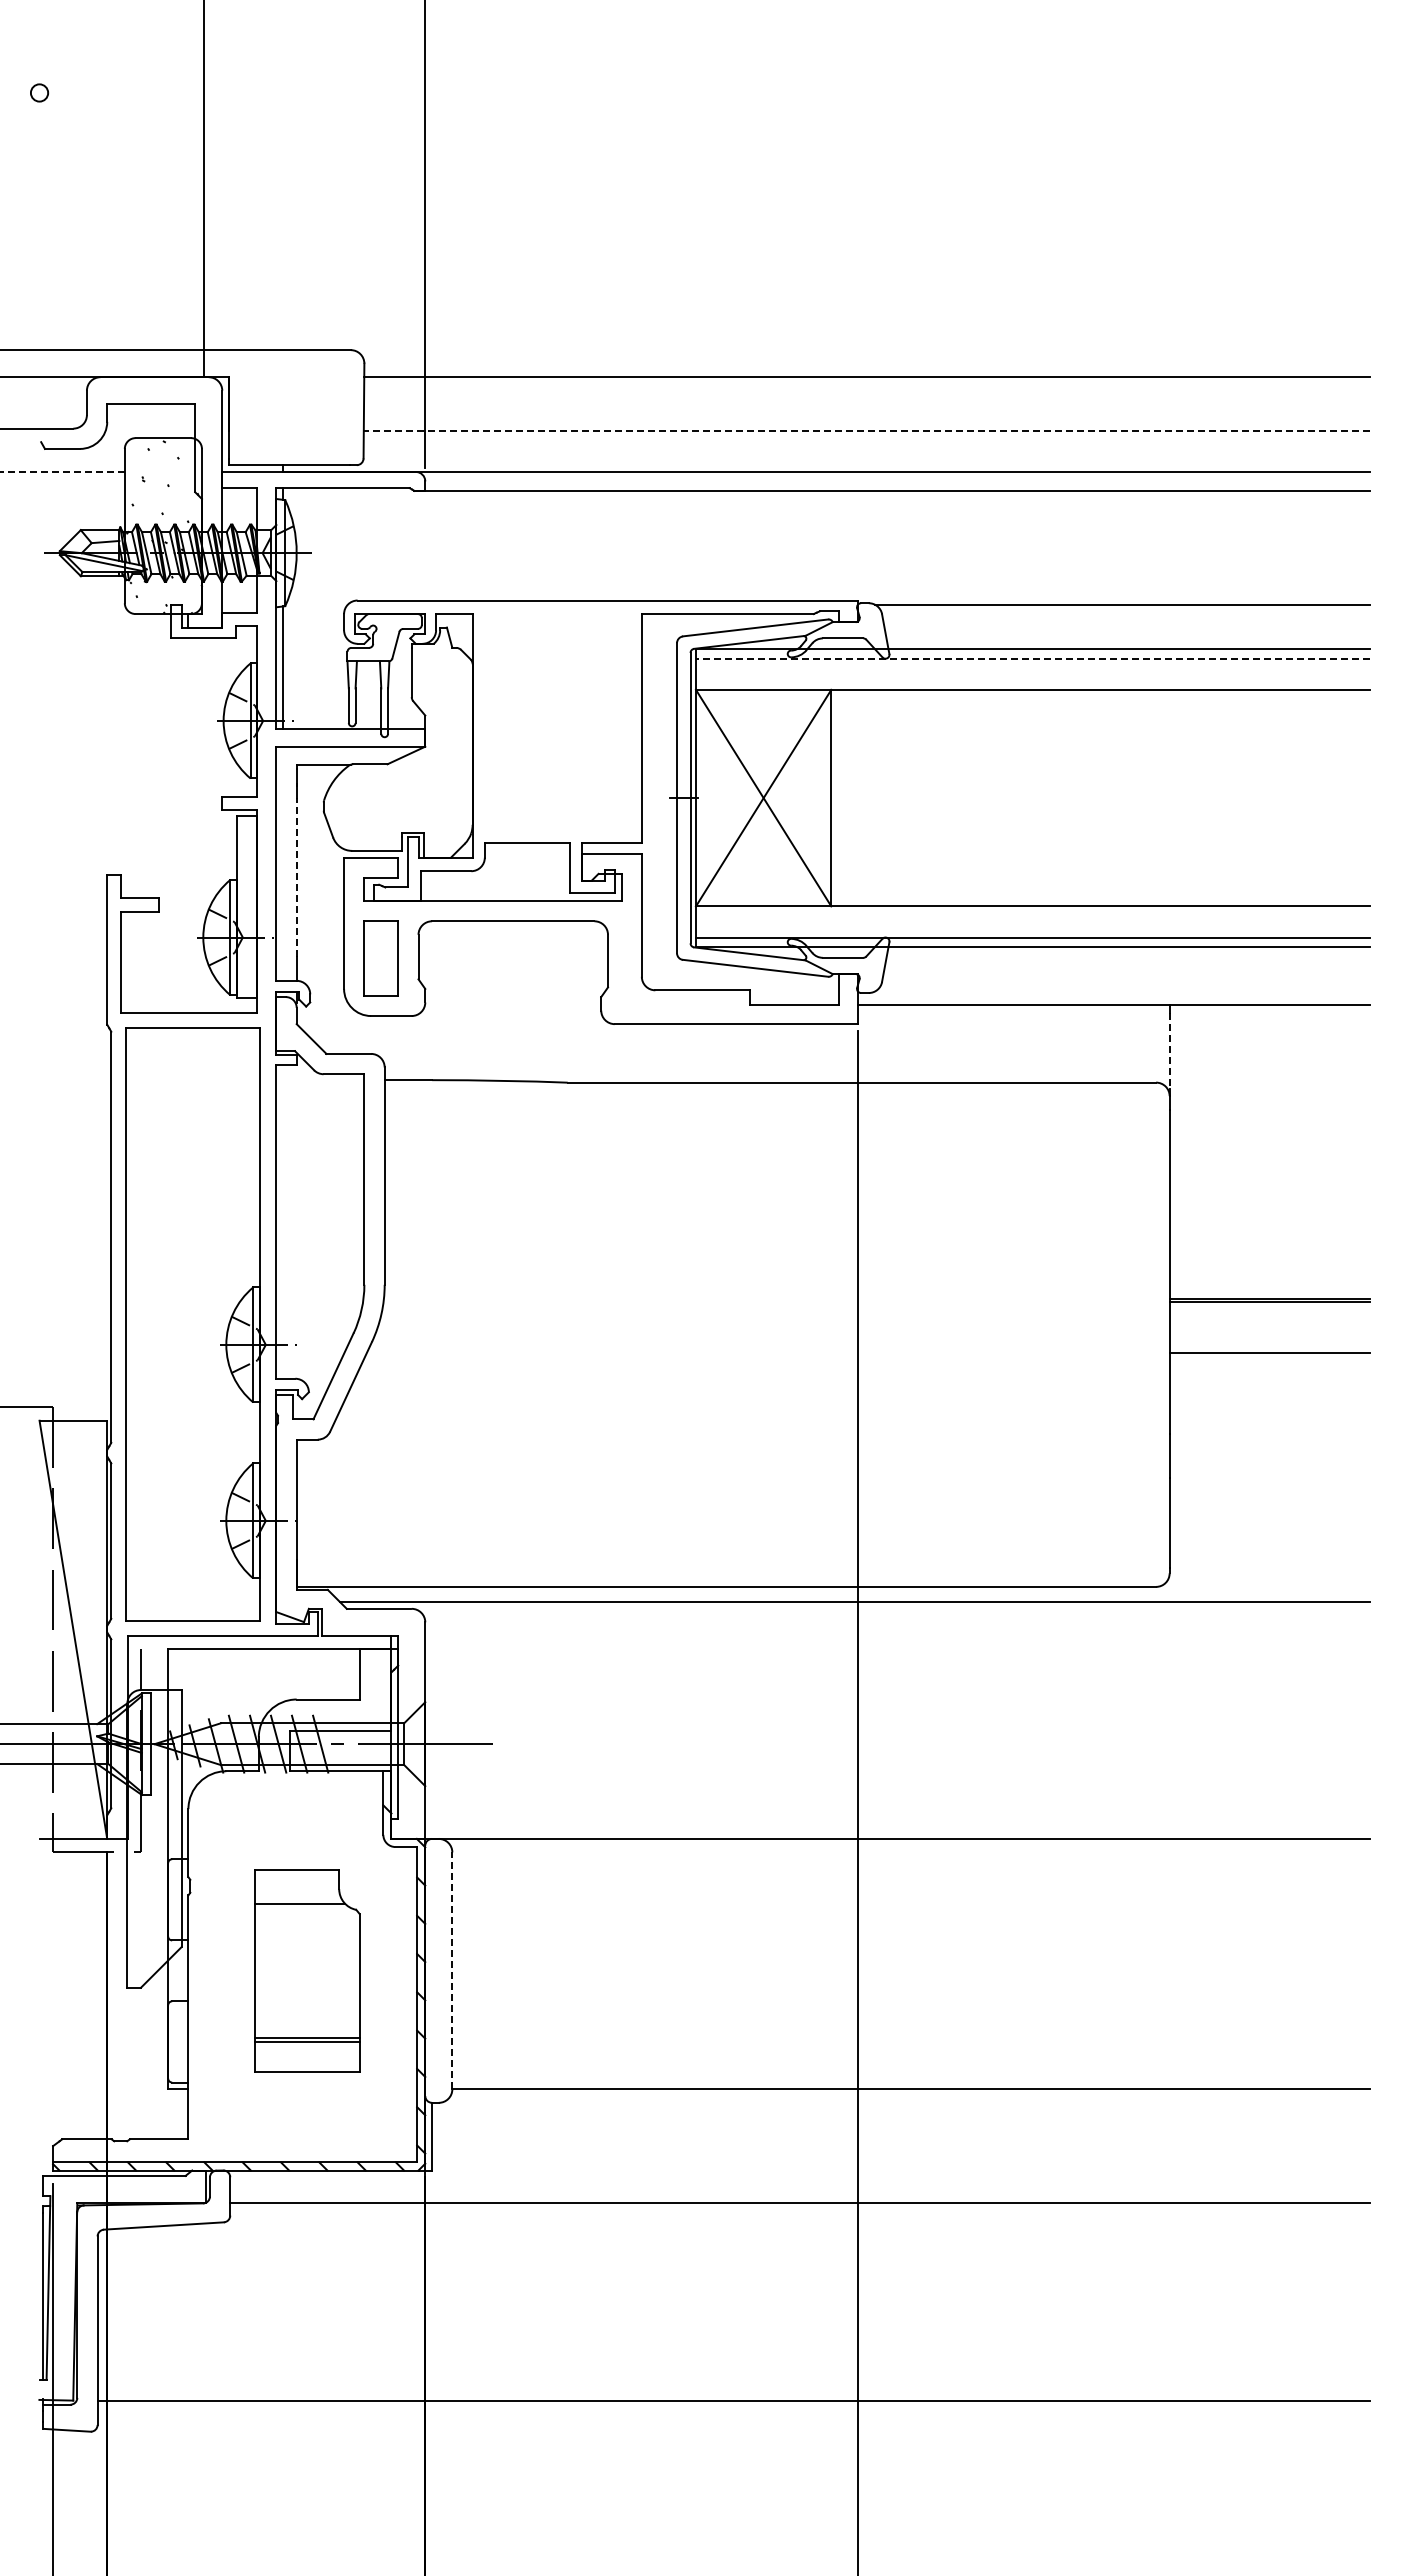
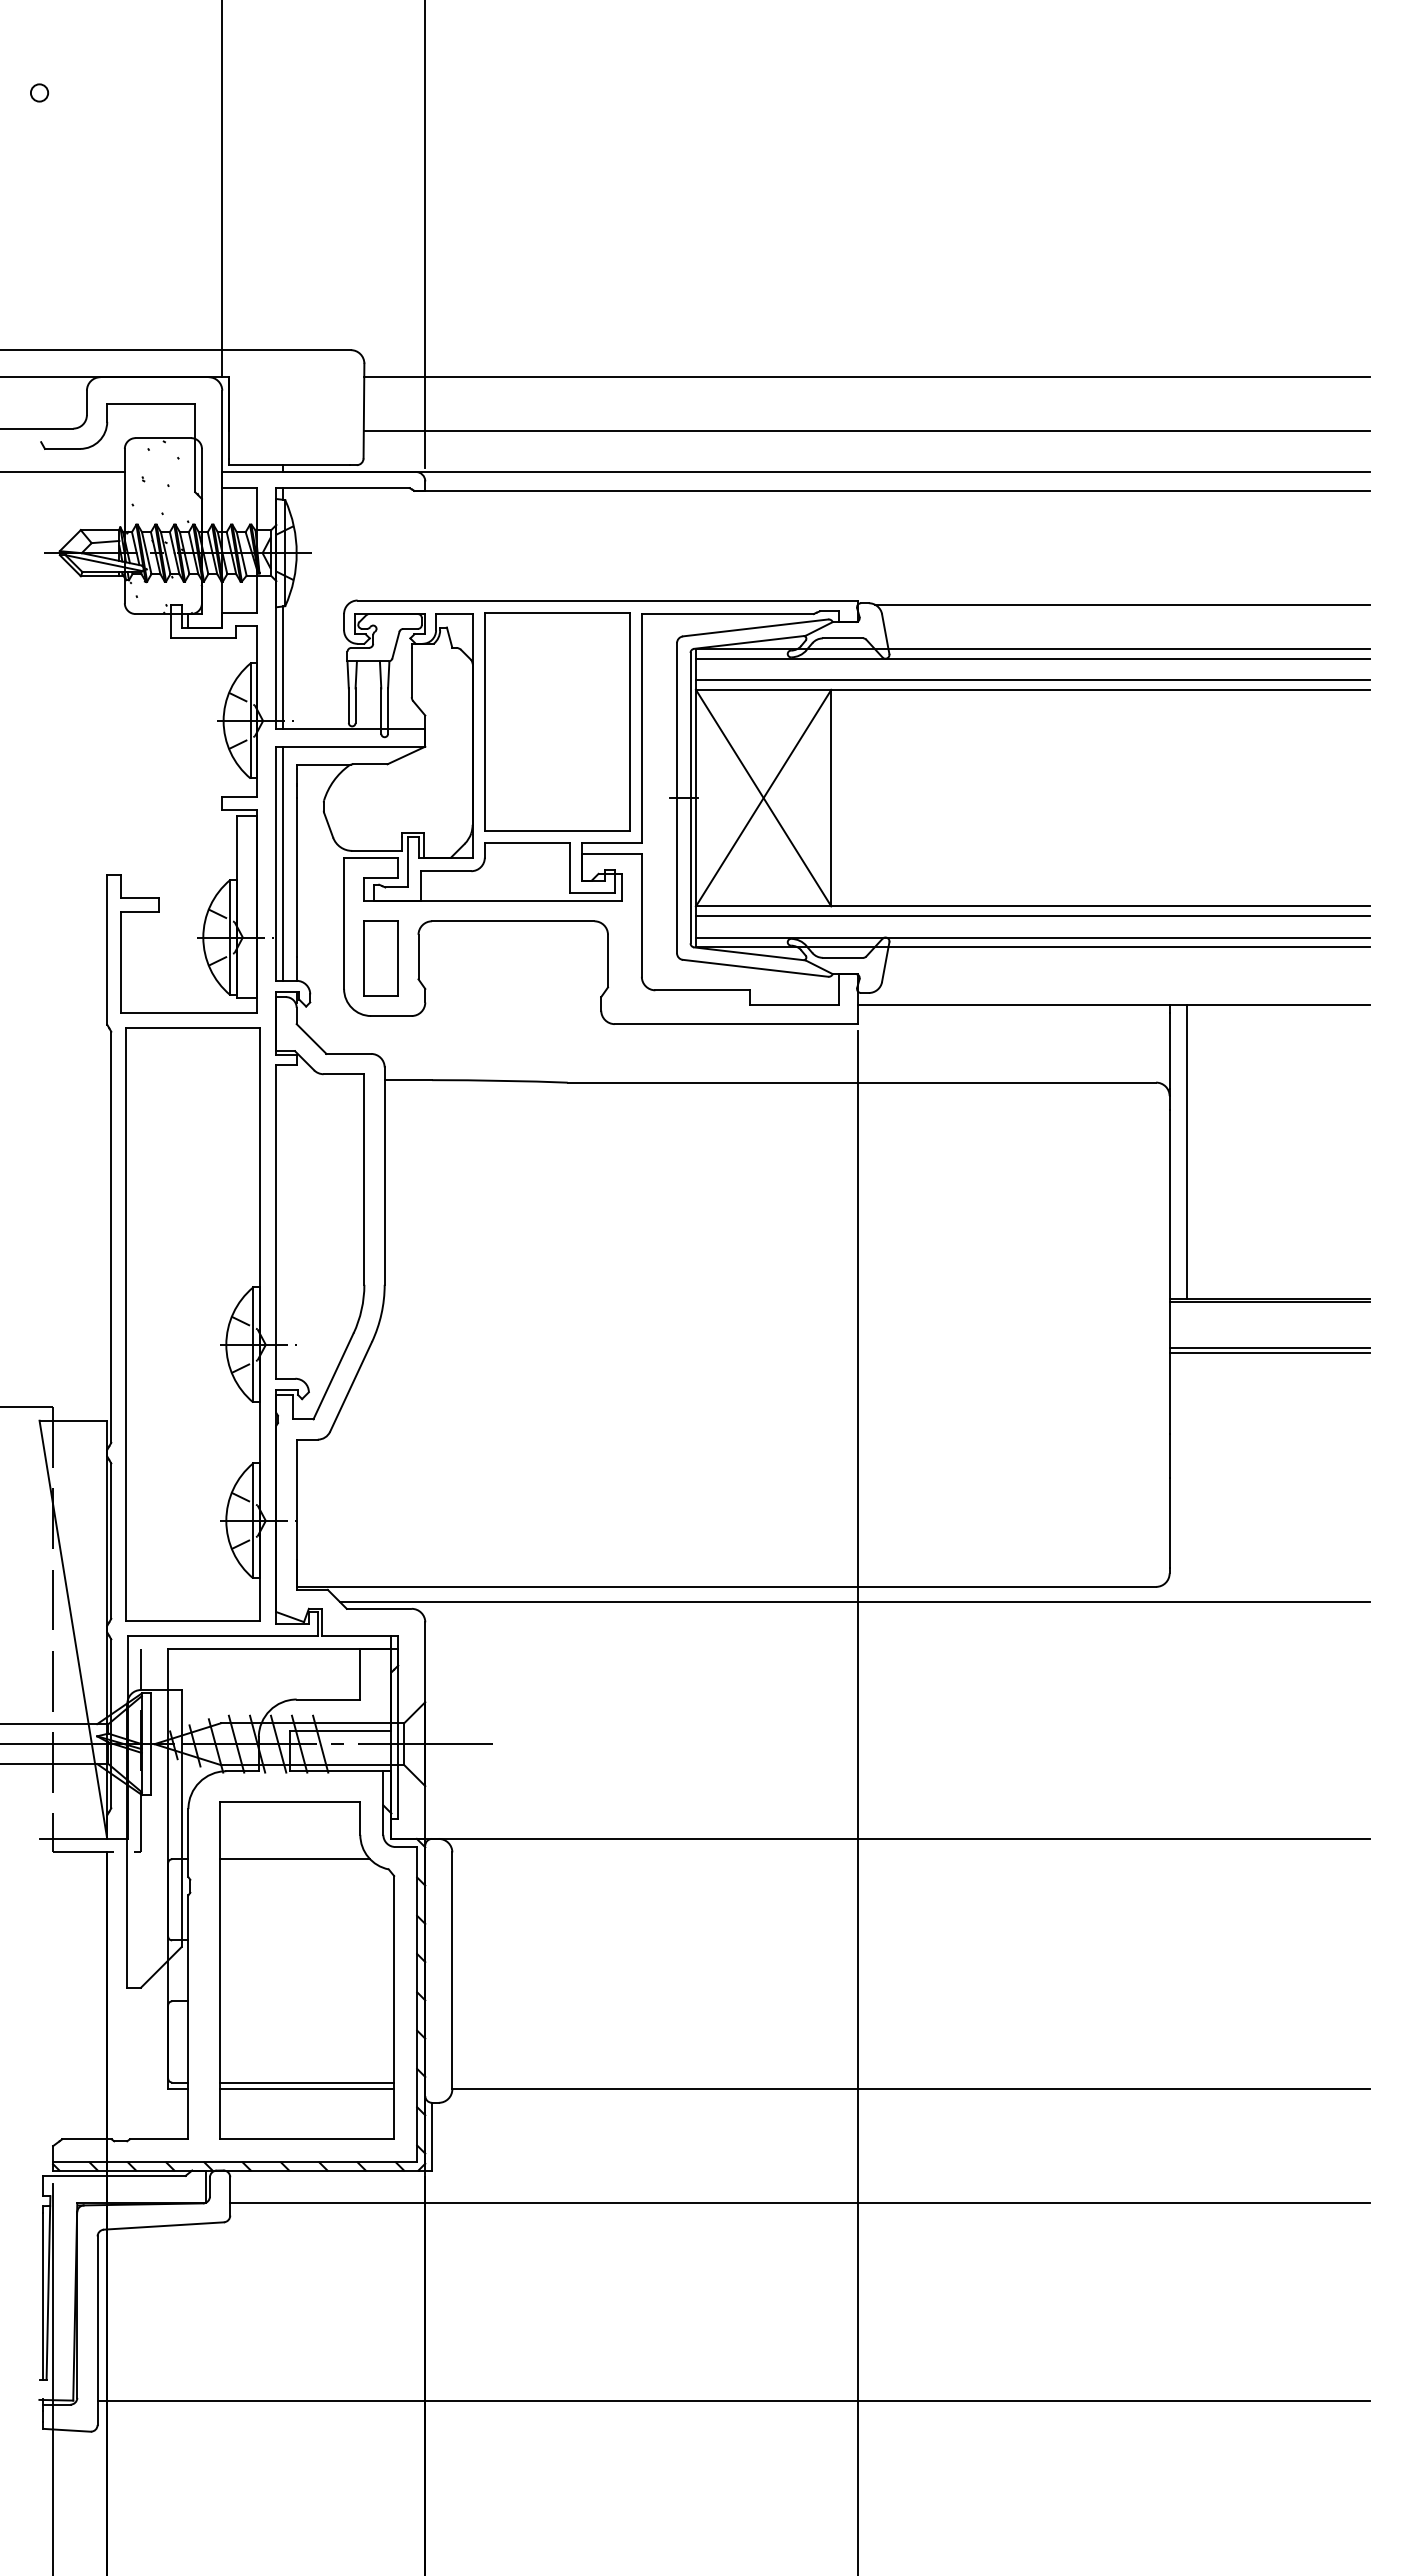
line at (204, 189) position: (204, 189) -> (222, 189)
line at (866, 431): dashed -> solid
line at (62, 471): dashed -> solid
line at (1032, 658): dashed -> solid
line at (1032, 680): none -> present
part at (557, 721): none -> present
line at (283, 863): none -> present
line at (296, 877): dashed -> solid
line at (1032, 915): none -> present
line at (1169, 1051): dashed -> solid
line at (1186, 1151): none -> present
line at (1269, 1347): none -> present
part at (307, 1970) size: 107x204 px -> 177x339 px
line at (452, 1970): dashed -> solid
